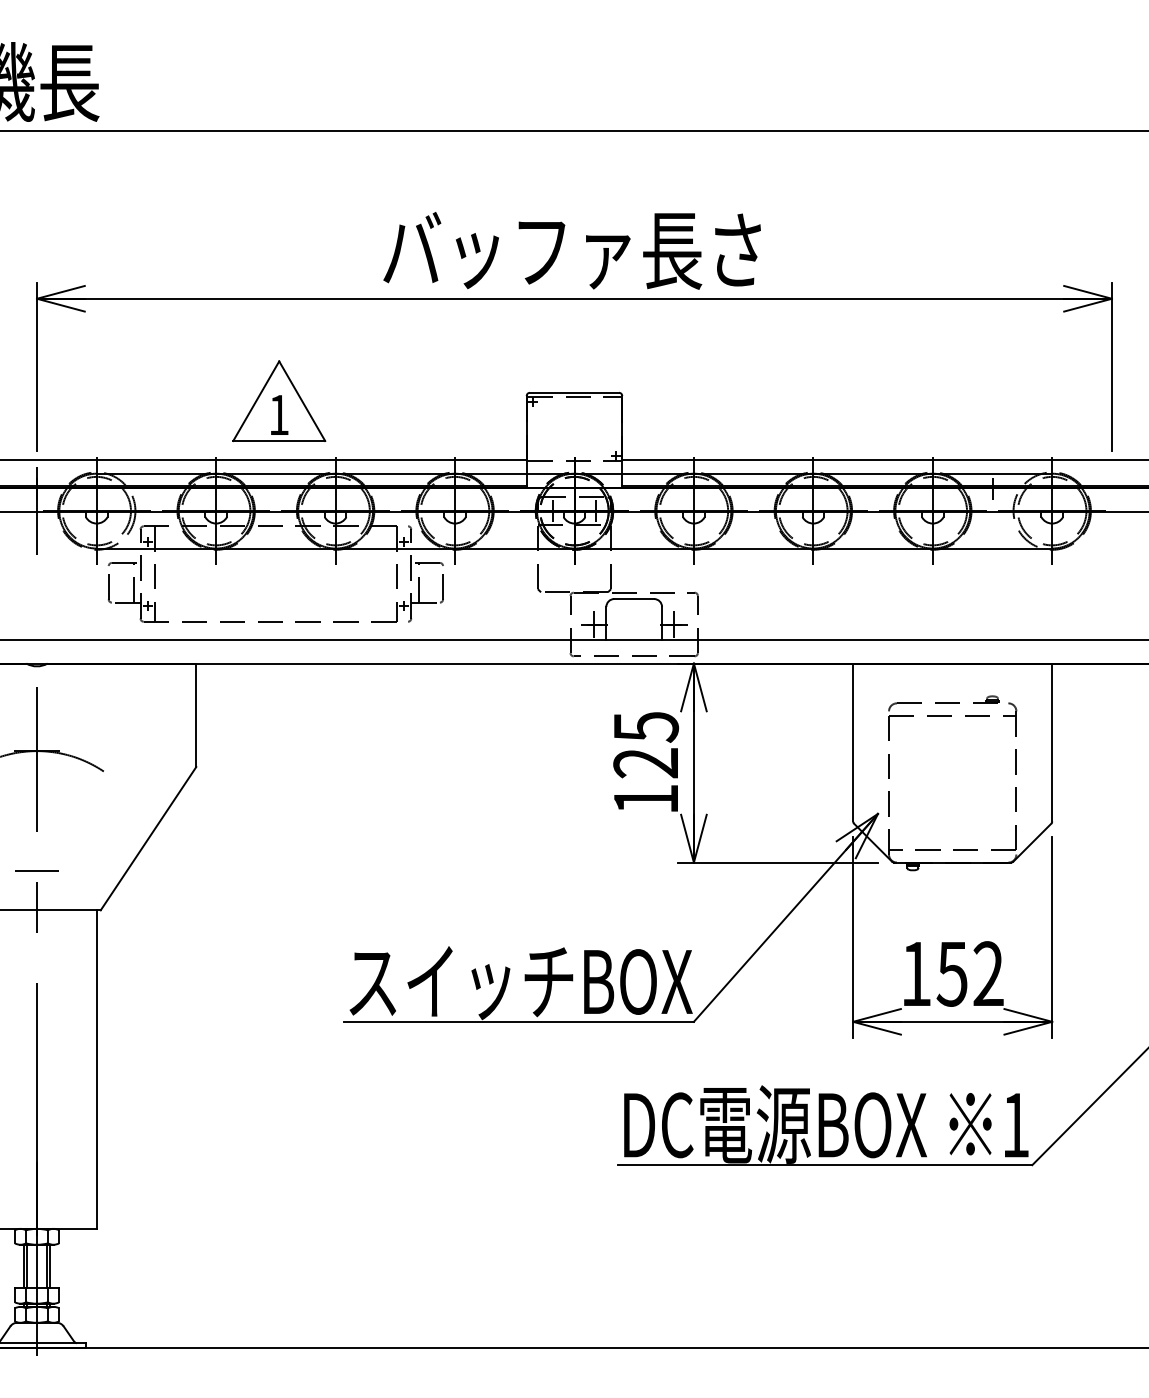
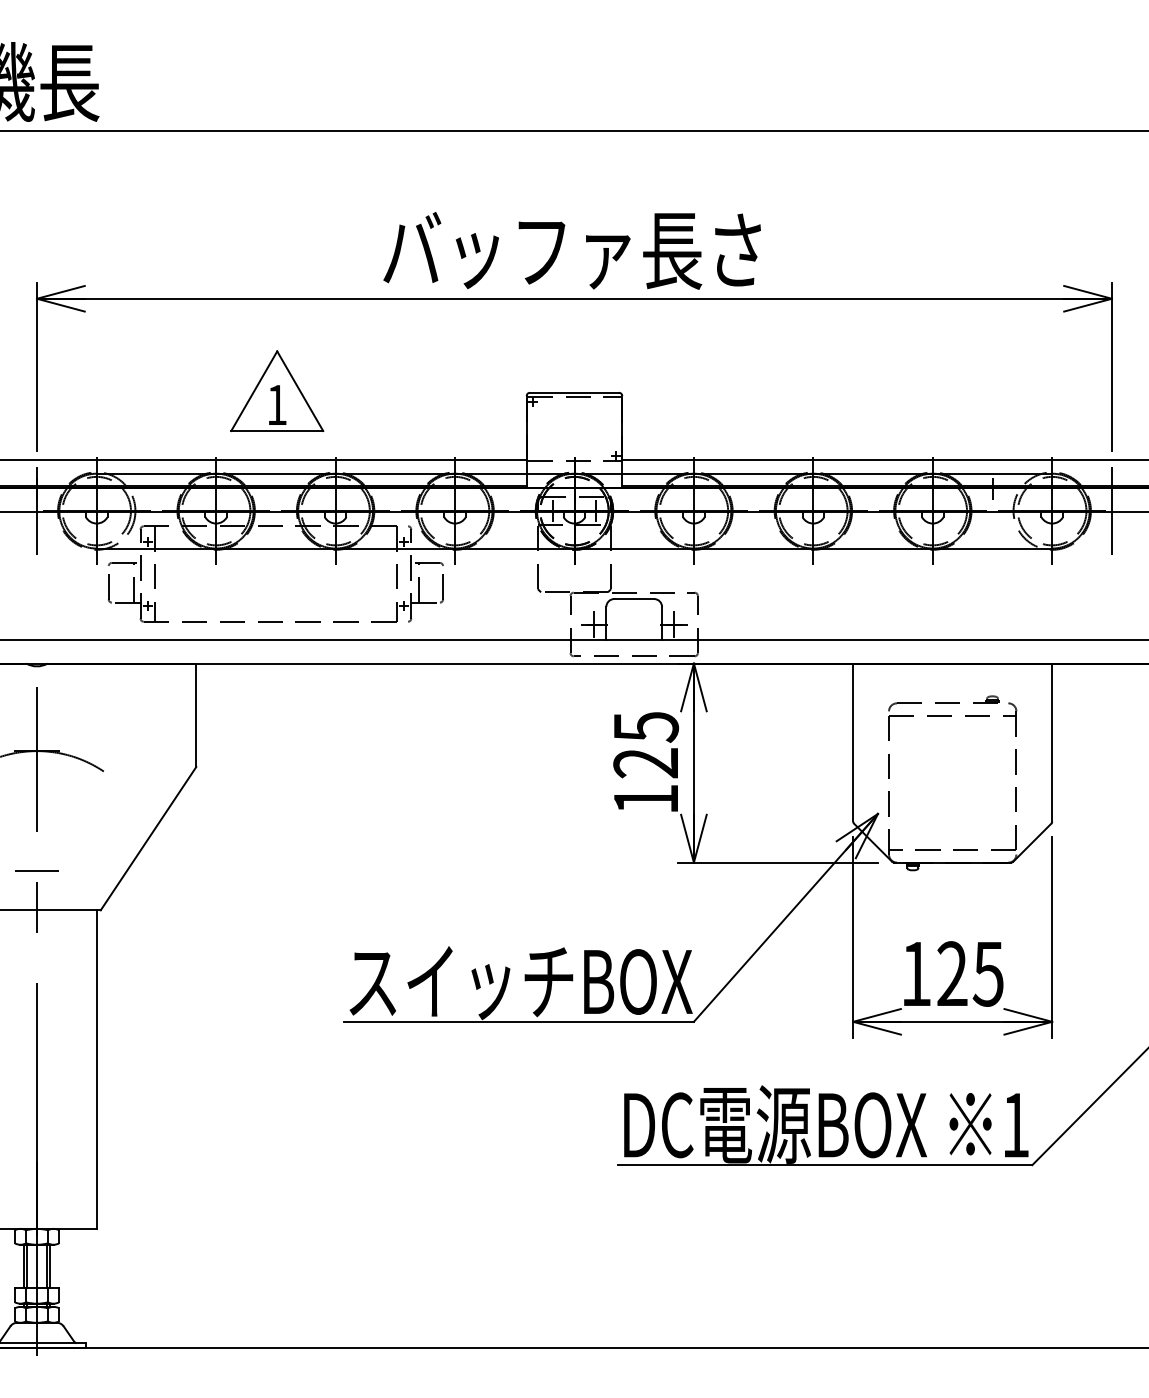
part at (279, 401) position: (279, 401) -> (277, 391)
line at (1111, 510): none -> present
text at (969, 973): 152 -> 125
